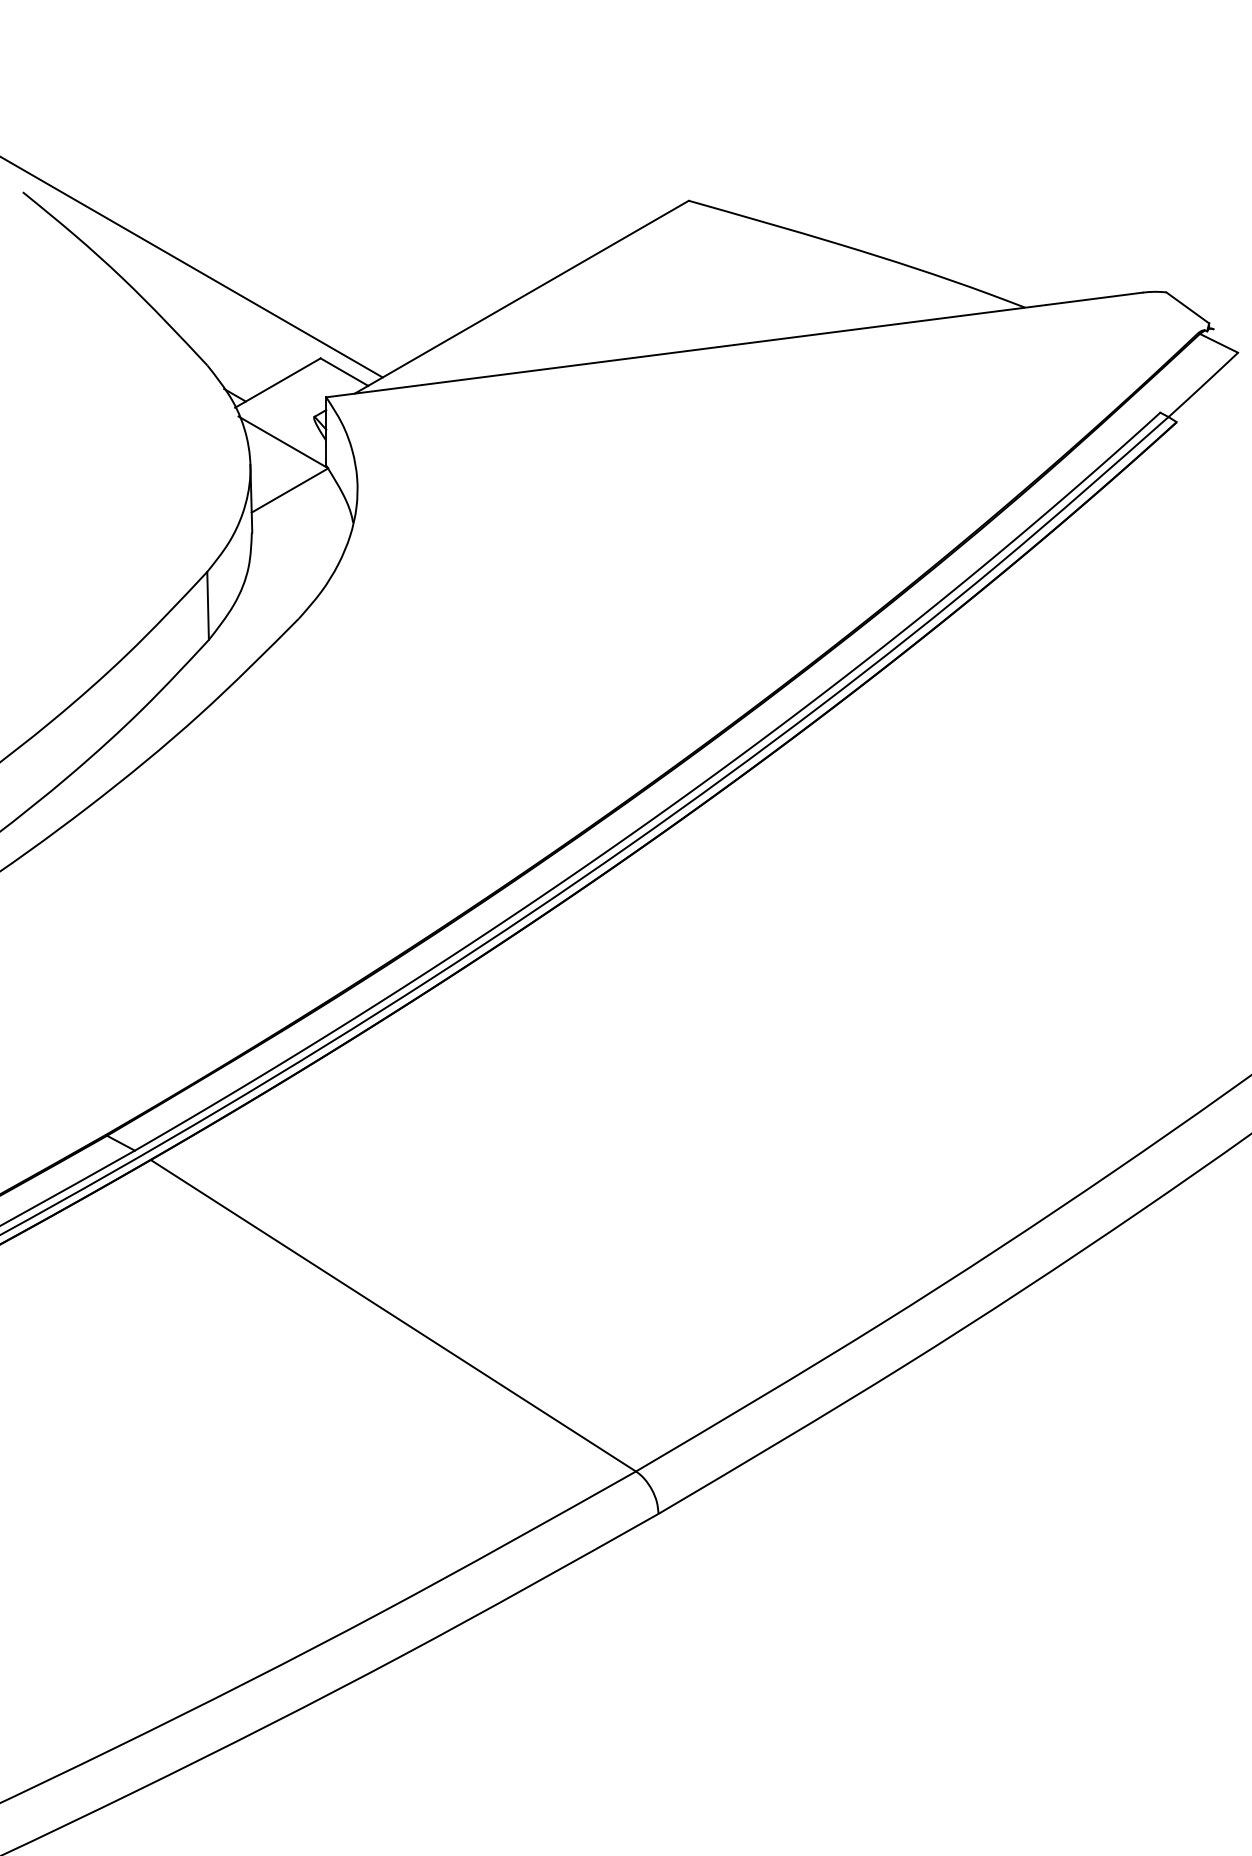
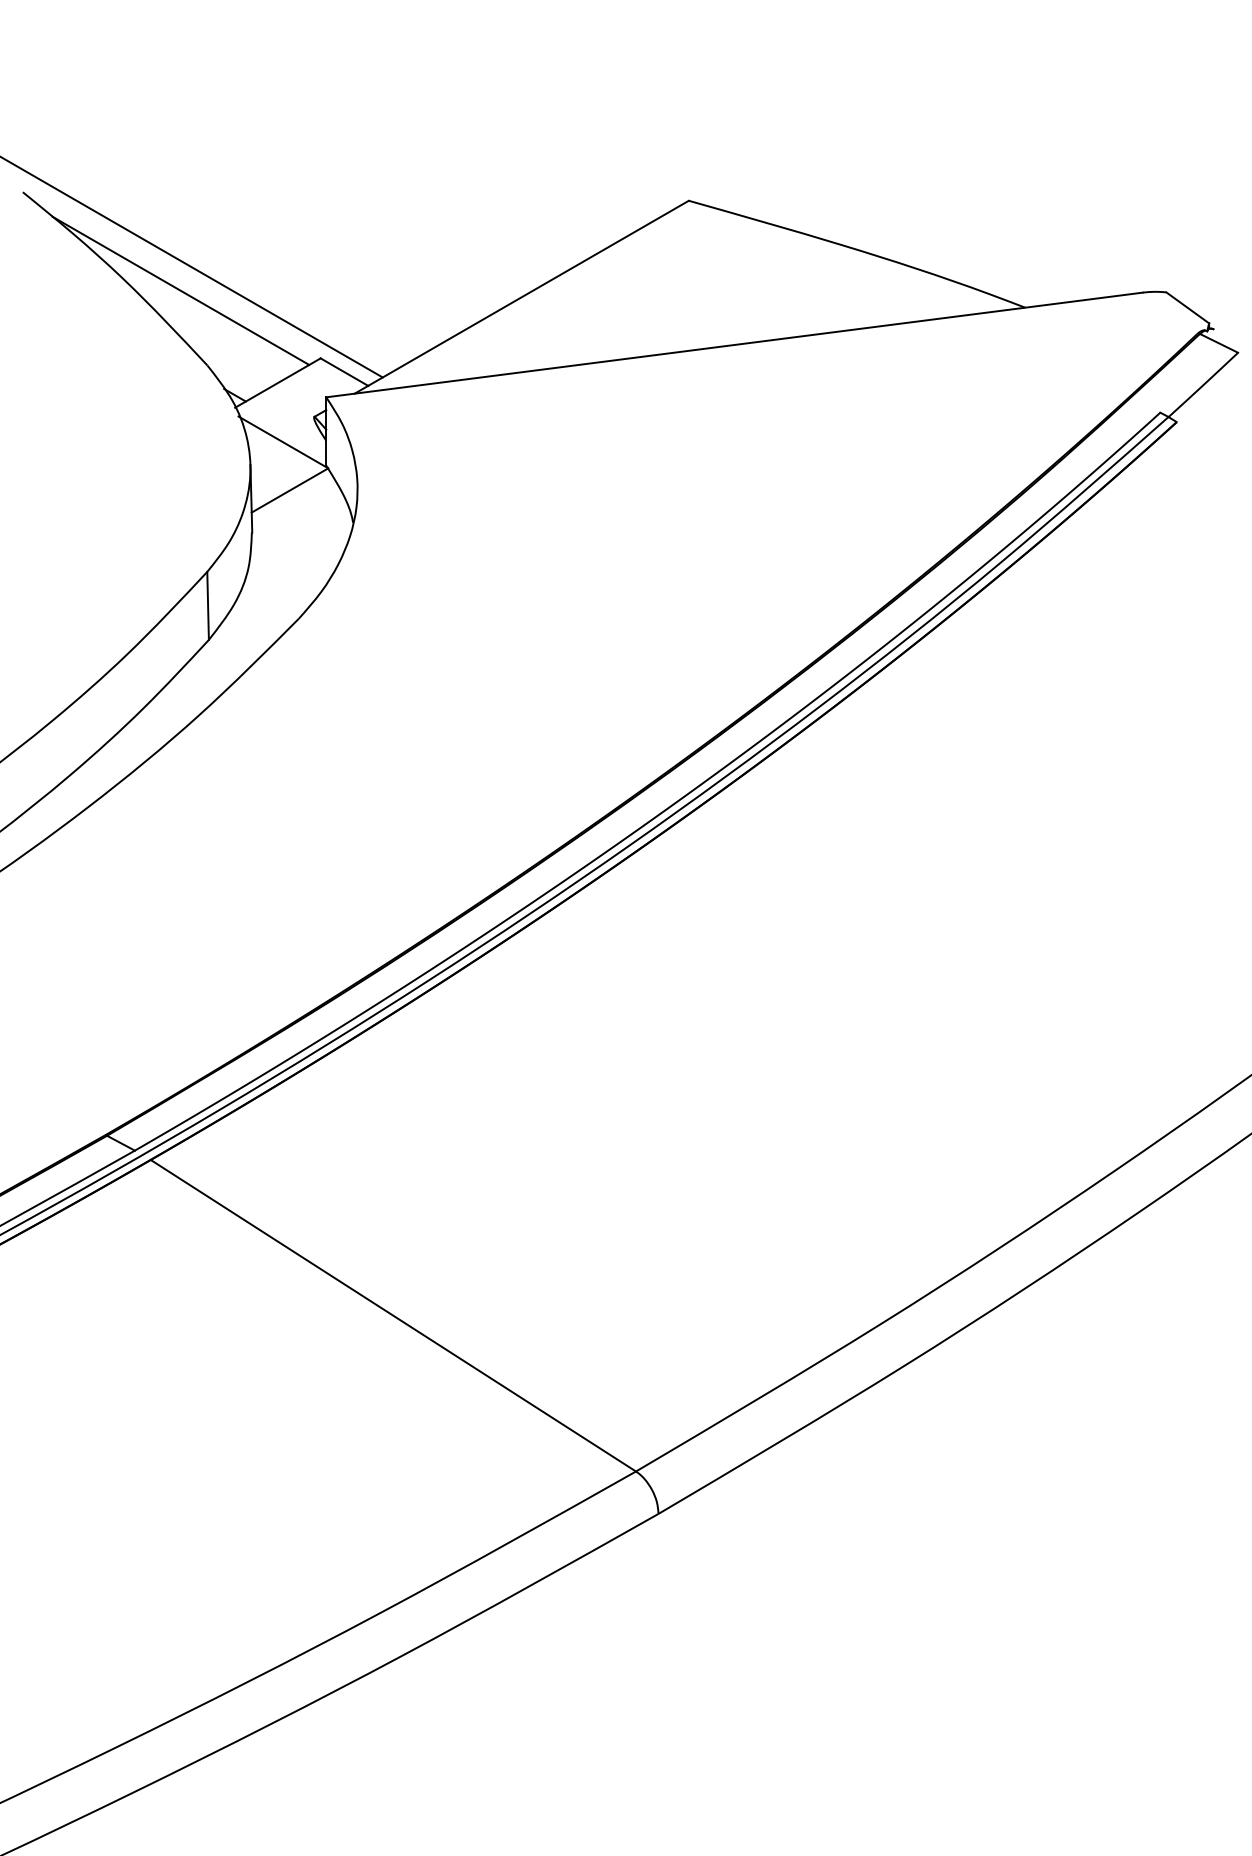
line at (180, 290): none -> present
